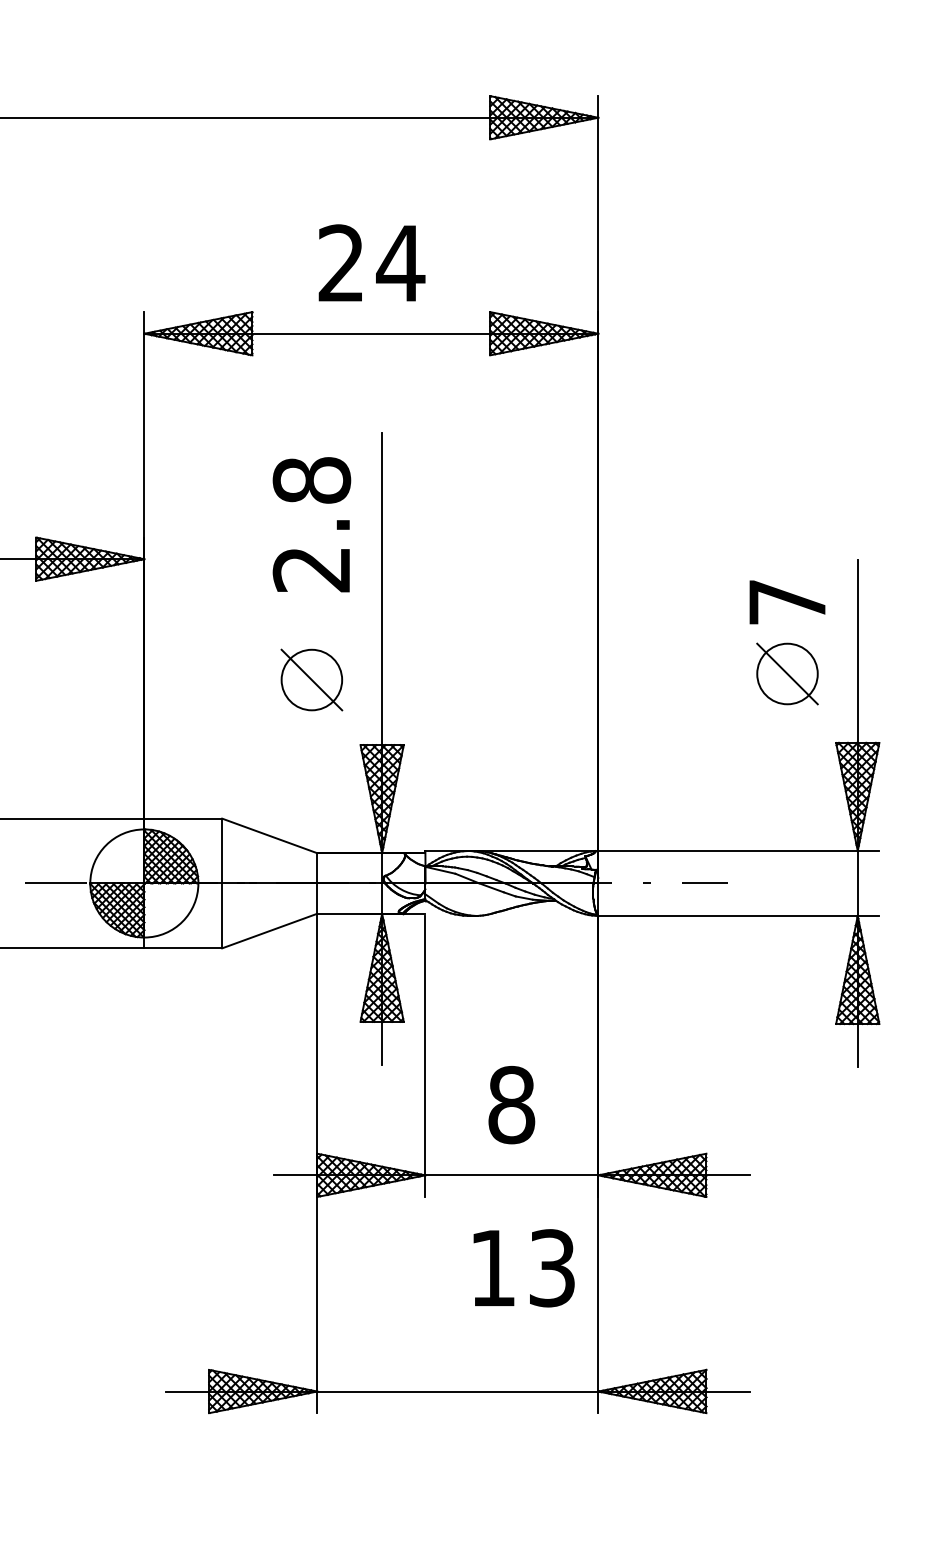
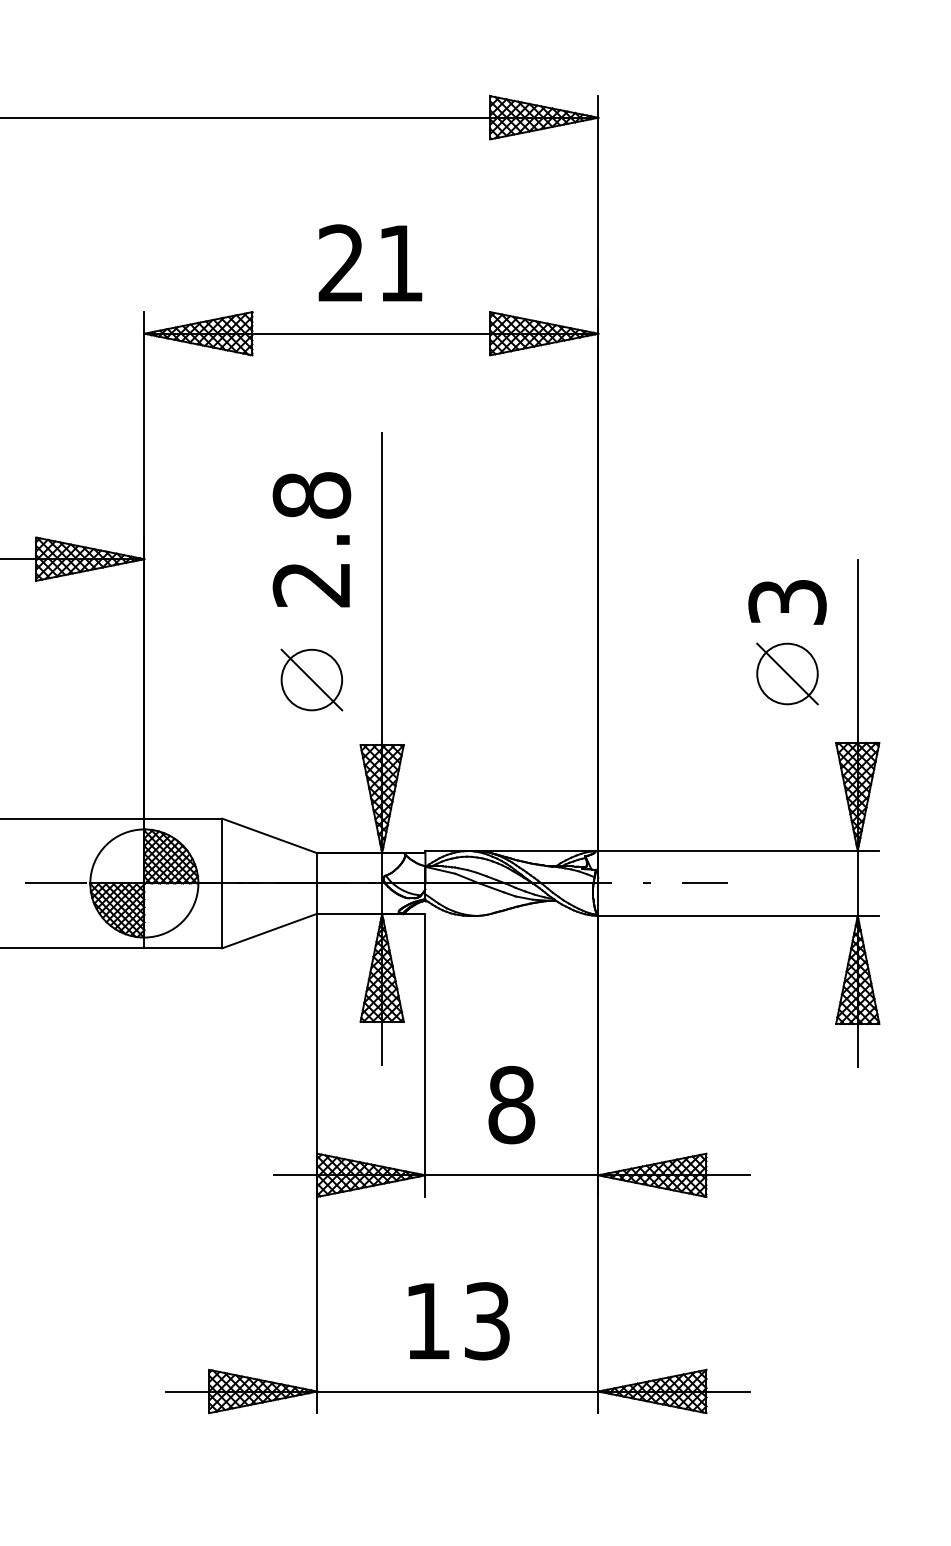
text at (400, 263): 24 -> 21
text at (311, 524) position: (311, 524) -> (311, 539)
text at (787, 602): 7 -> 3
text at (523, 1268) position: (523, 1268) -> (458, 1321)
